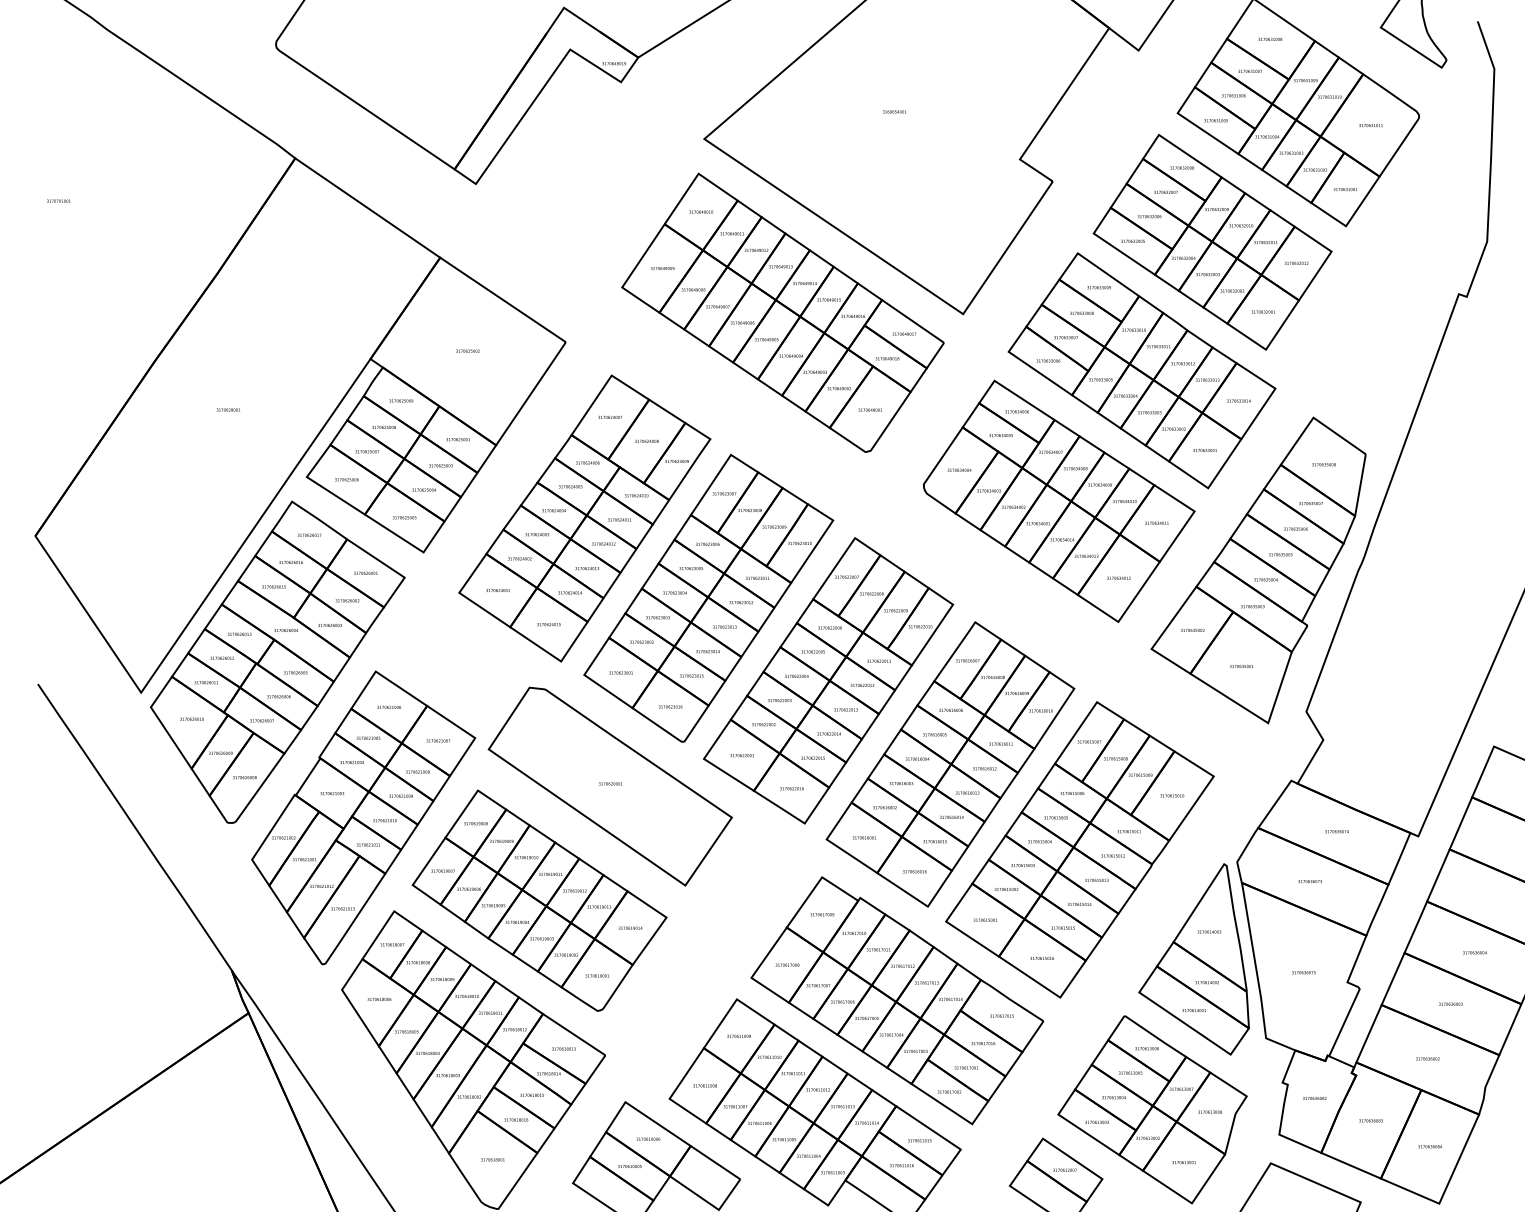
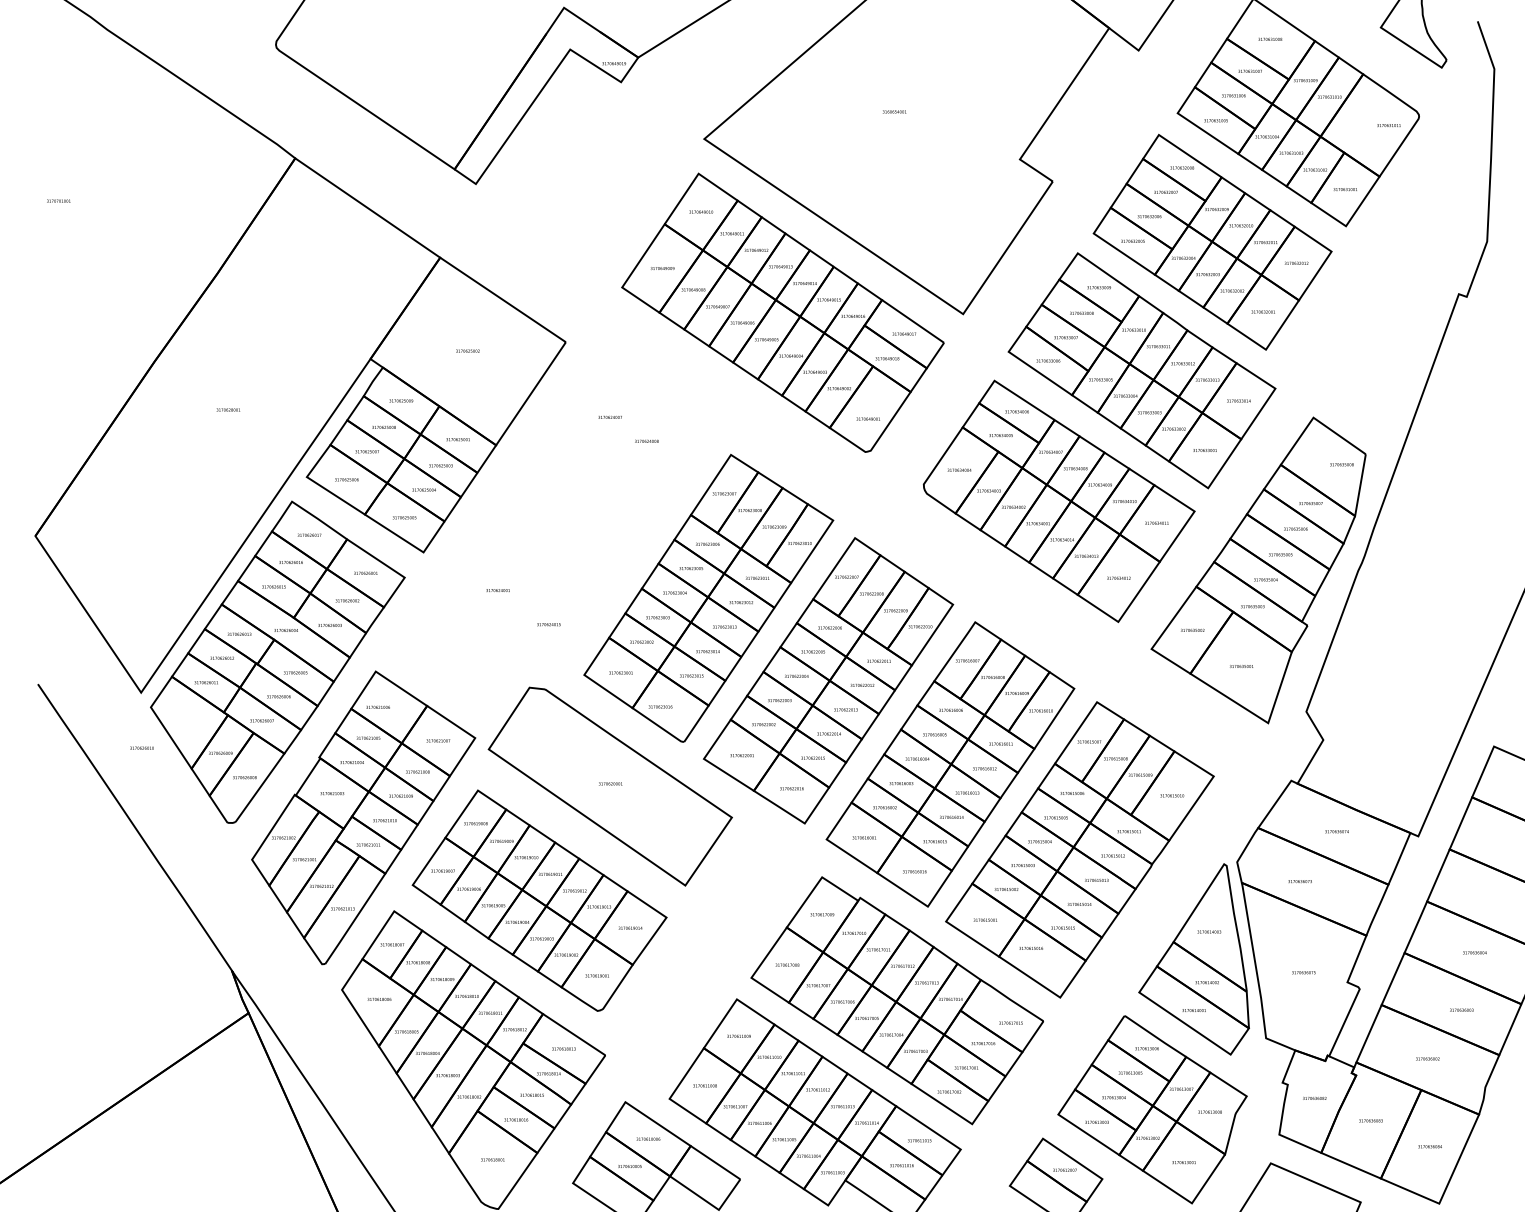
text at (1370, 125) position: (1370, 125) -> (1388, 125)
text at (869, 409) position: (869, 409) -> (867, 418)
text at (1323, 464) position: (1323, 464) -> (1341, 464)
part at (584, 518): present -> none
text at (388, 706) position: (388, 706) -> (377, 706)
text at (670, 706) position: (670, 706) -> (660, 706)
text at (191, 718) position: (191, 718) -> (141, 747)
text at (1309, 881) position: (1309, 881) -> (1299, 881)
text at (1041, 958) position: (1041, 958) -> (1030, 948)
text at (1450, 1003) position: (1450, 1003) -> (1461, 1009)
text at (1001, 1015) position: (1001, 1015) -> (1010, 1022)
